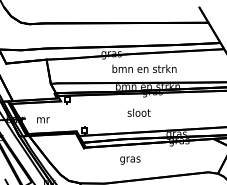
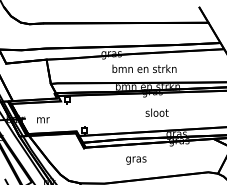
text at (138, 112) position: (138, 112) -> (156, 112)
text at (130, 160) position: (130, 160) -> (136, 160)
